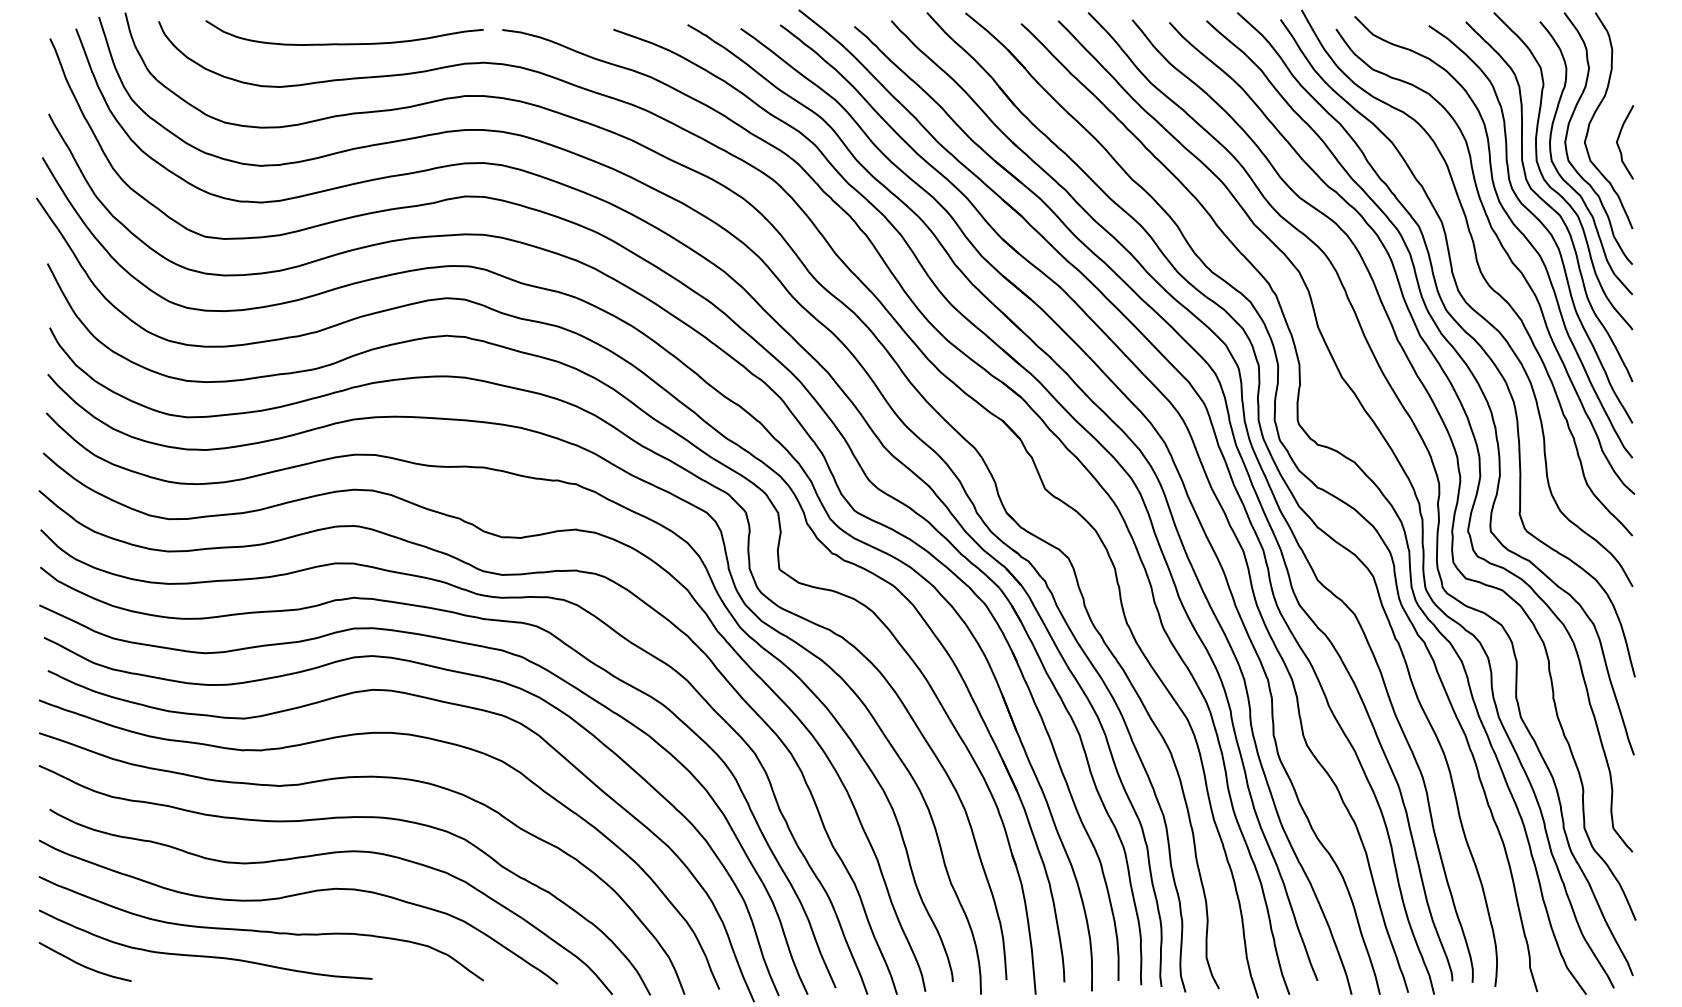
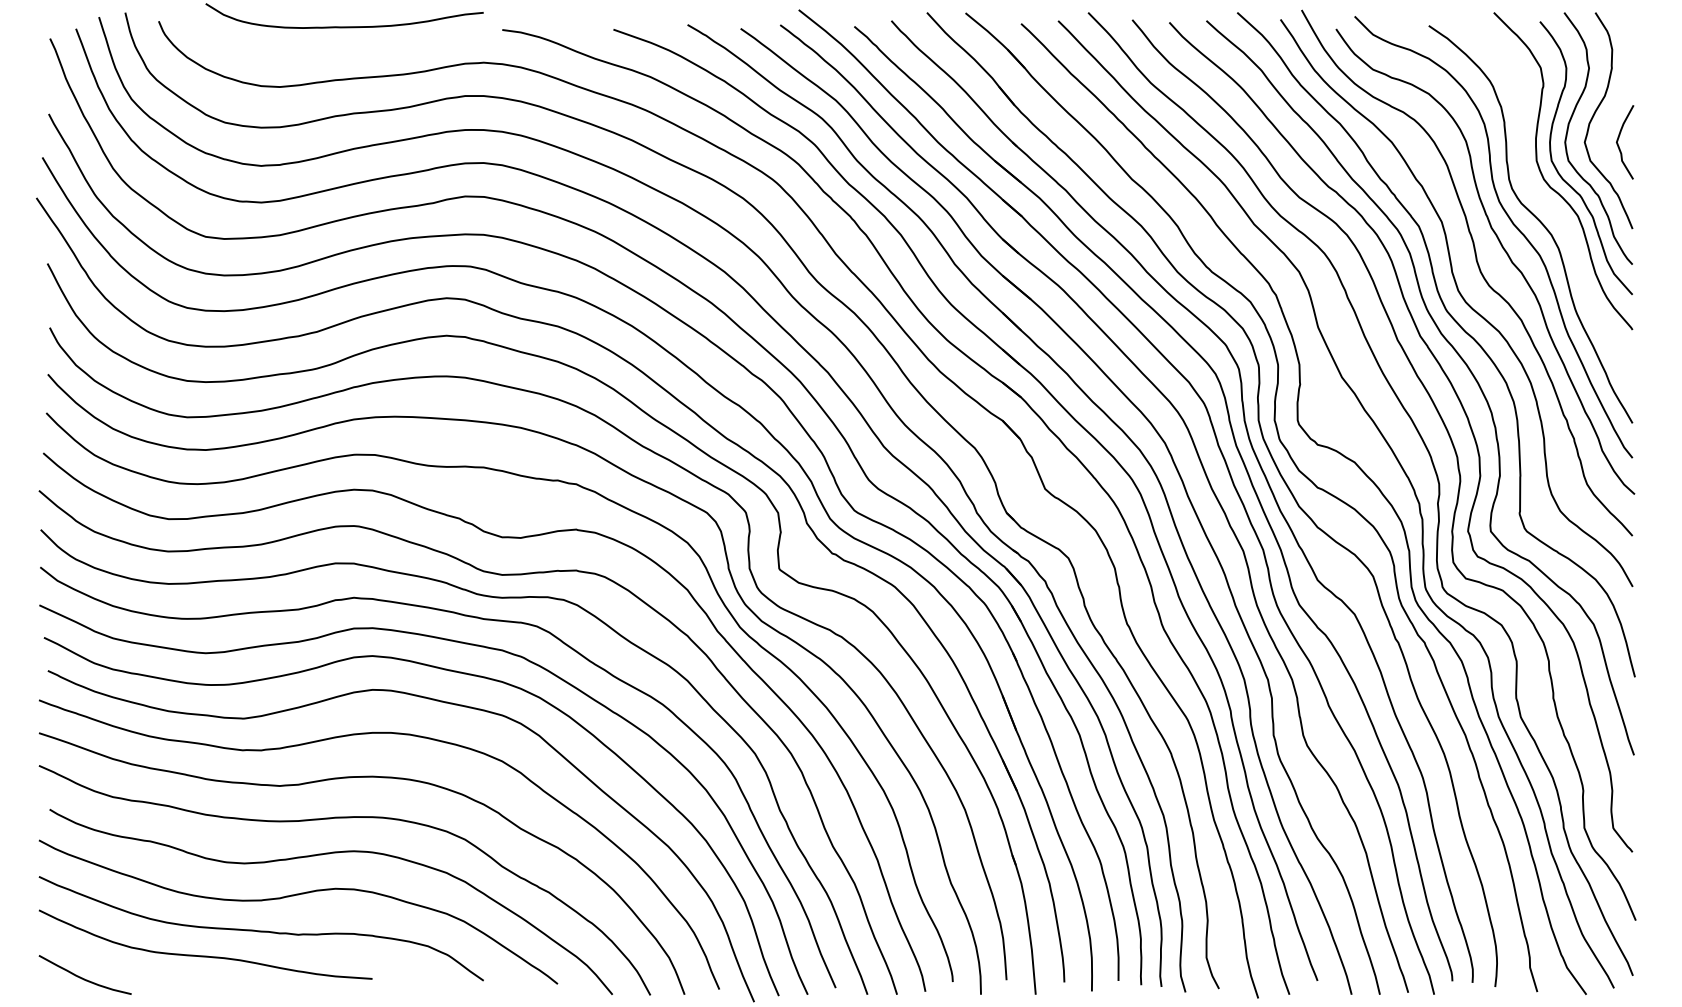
curve at (344, 43) position: (344, 43) -> (344, 26)
curve at (1547, 202): present -> none
curve at (82, 964) position: (82, 964) -> (82, 977)
